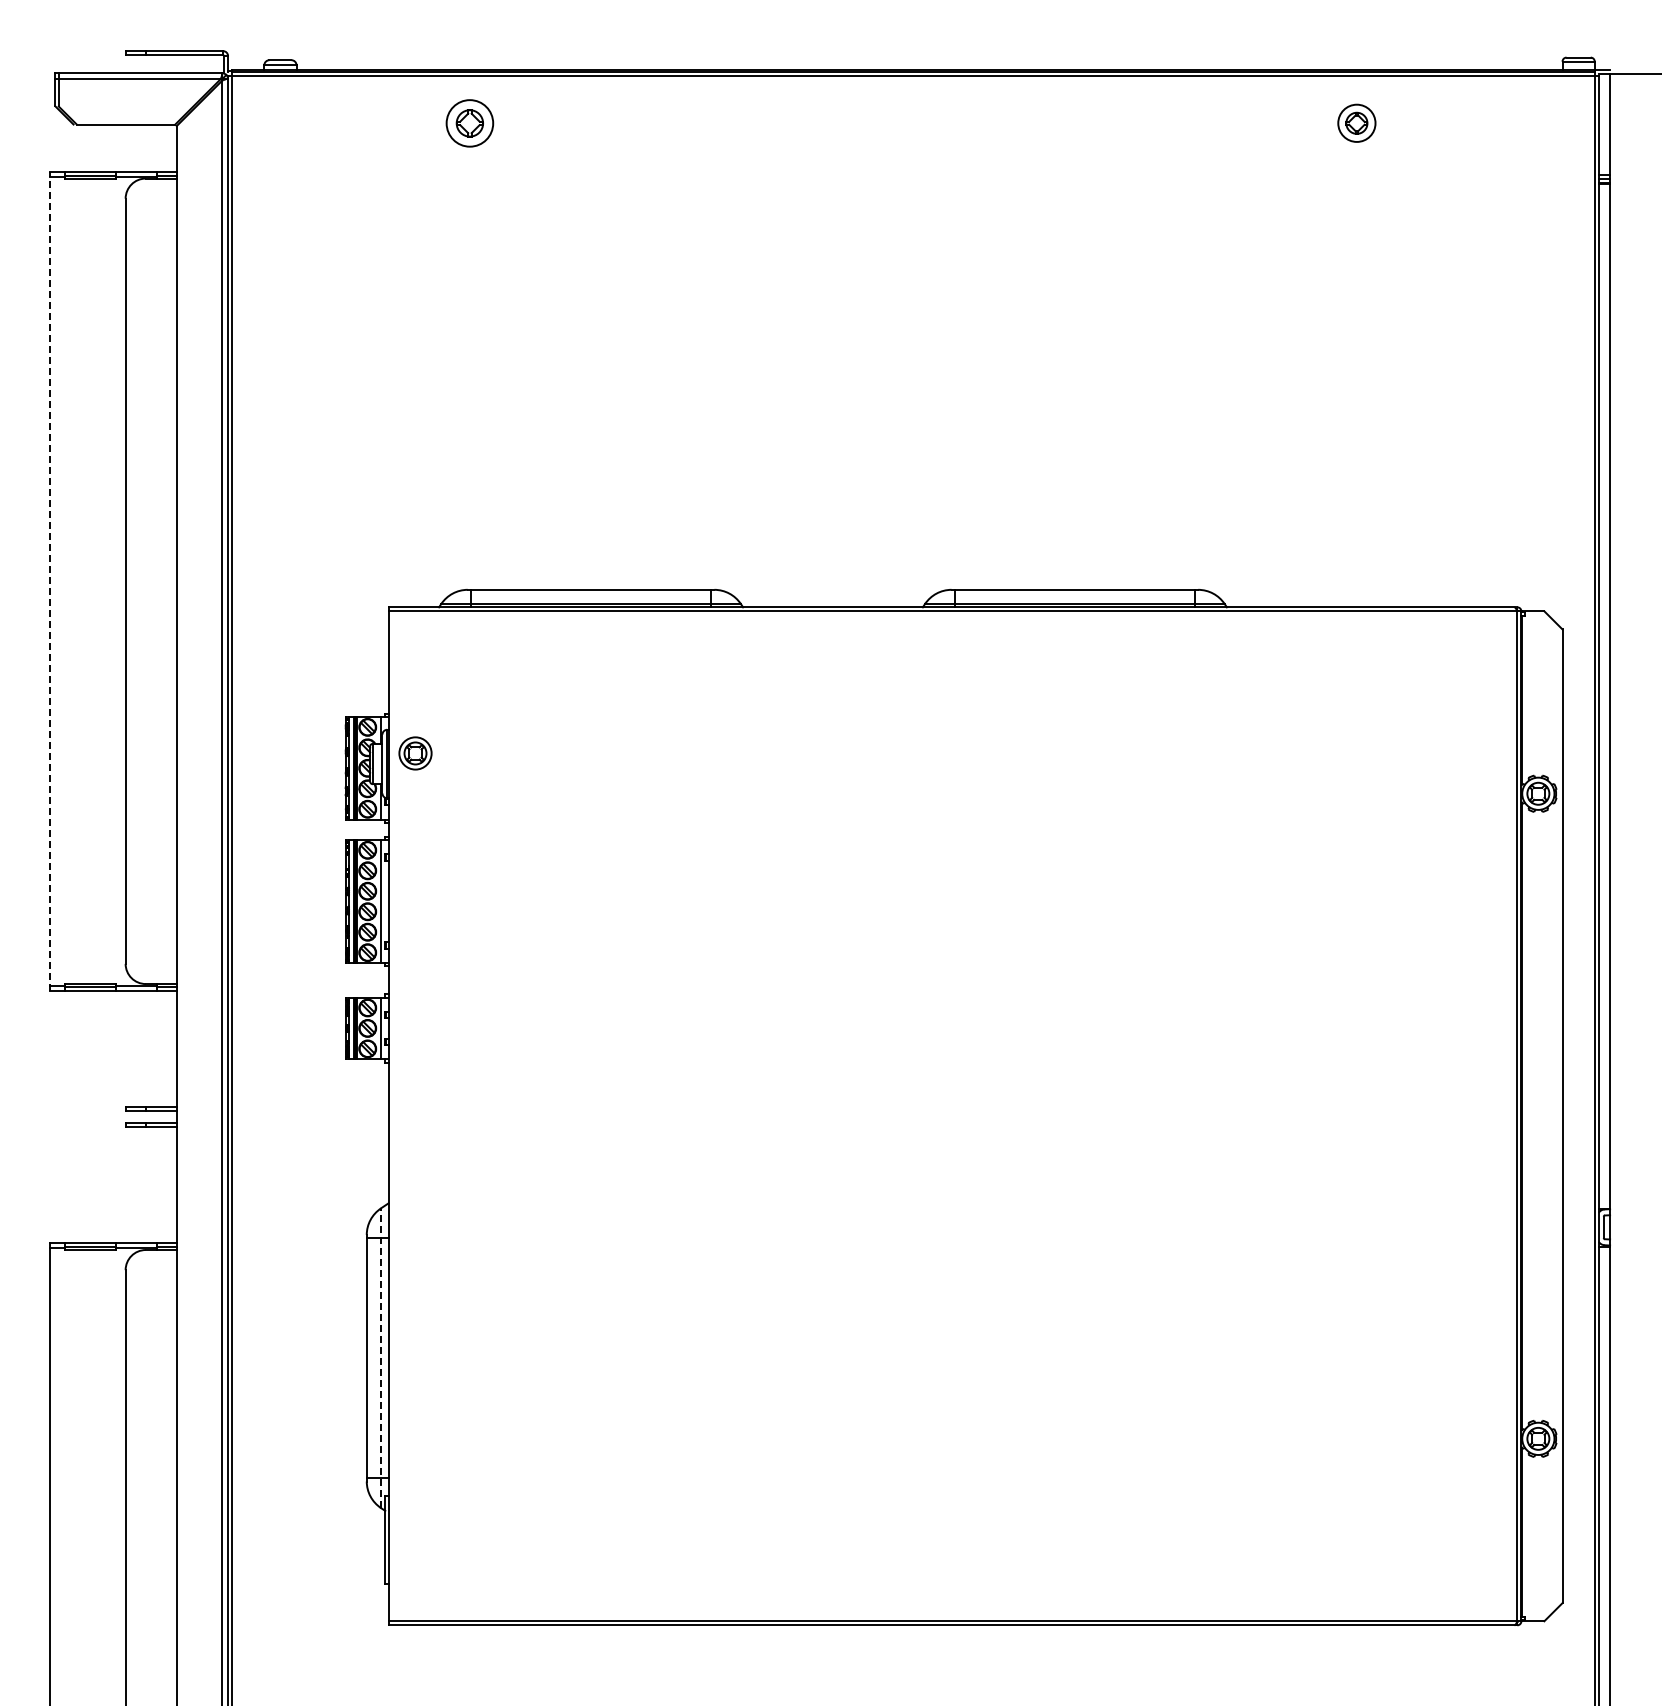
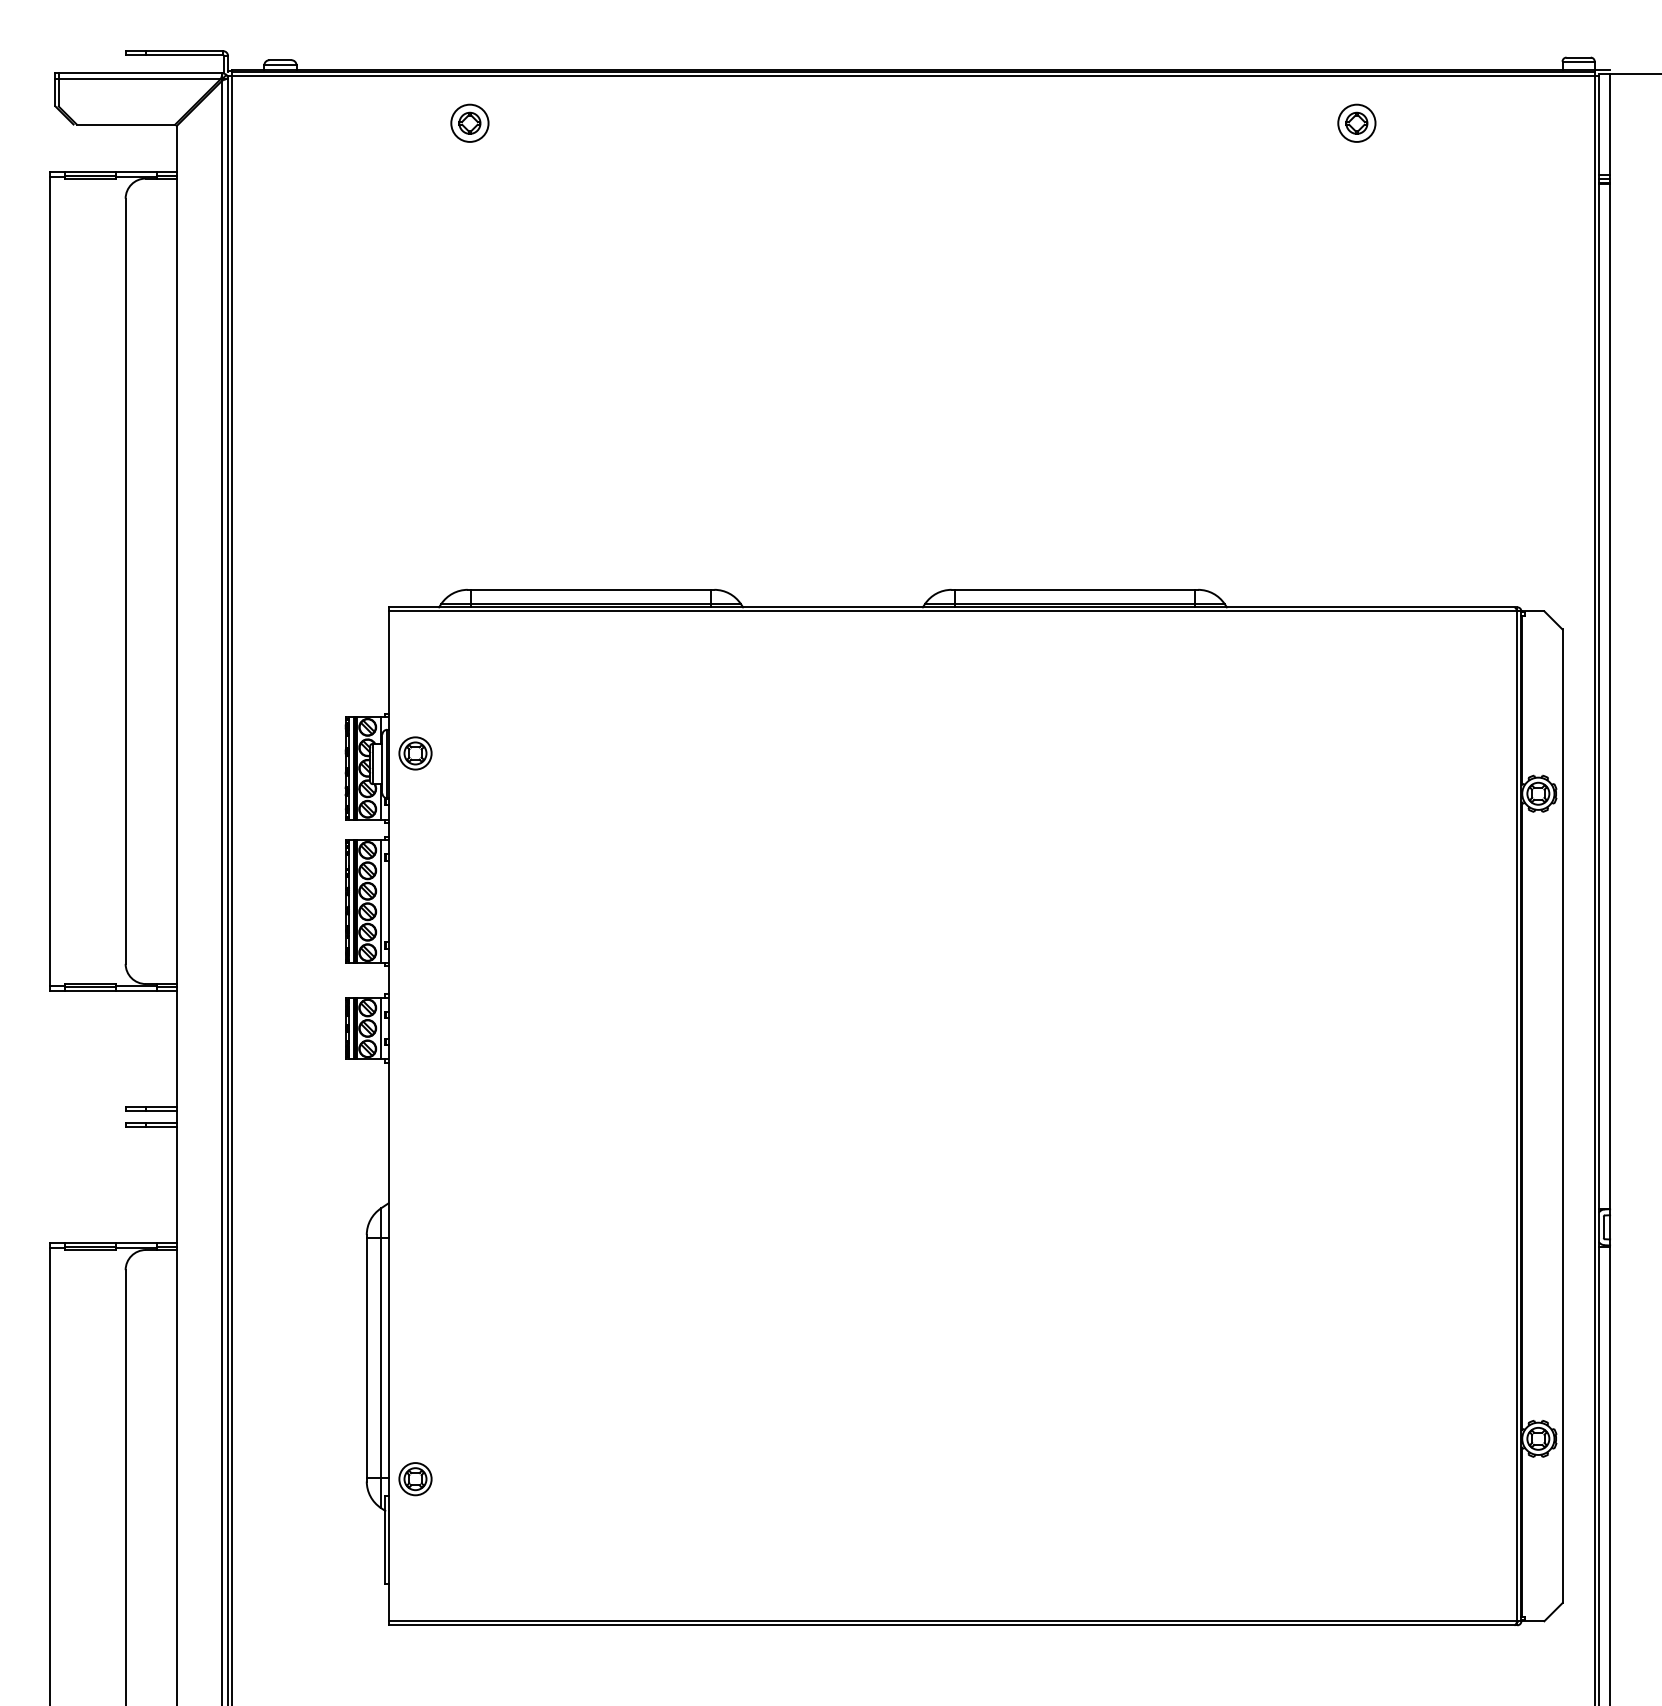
part at (469, 123) size: 50x49 px -> 40x40 px
line at (49, 581): dashed -> solid
line at (380, 1358): dashed -> solid
part at (415, 1479): none -> present
